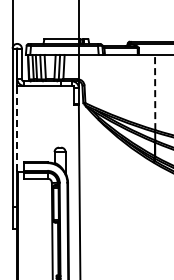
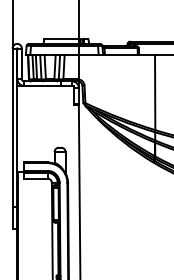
line at (155, 92): dashed -> solid
line at (17, 128): dashed -> solid
